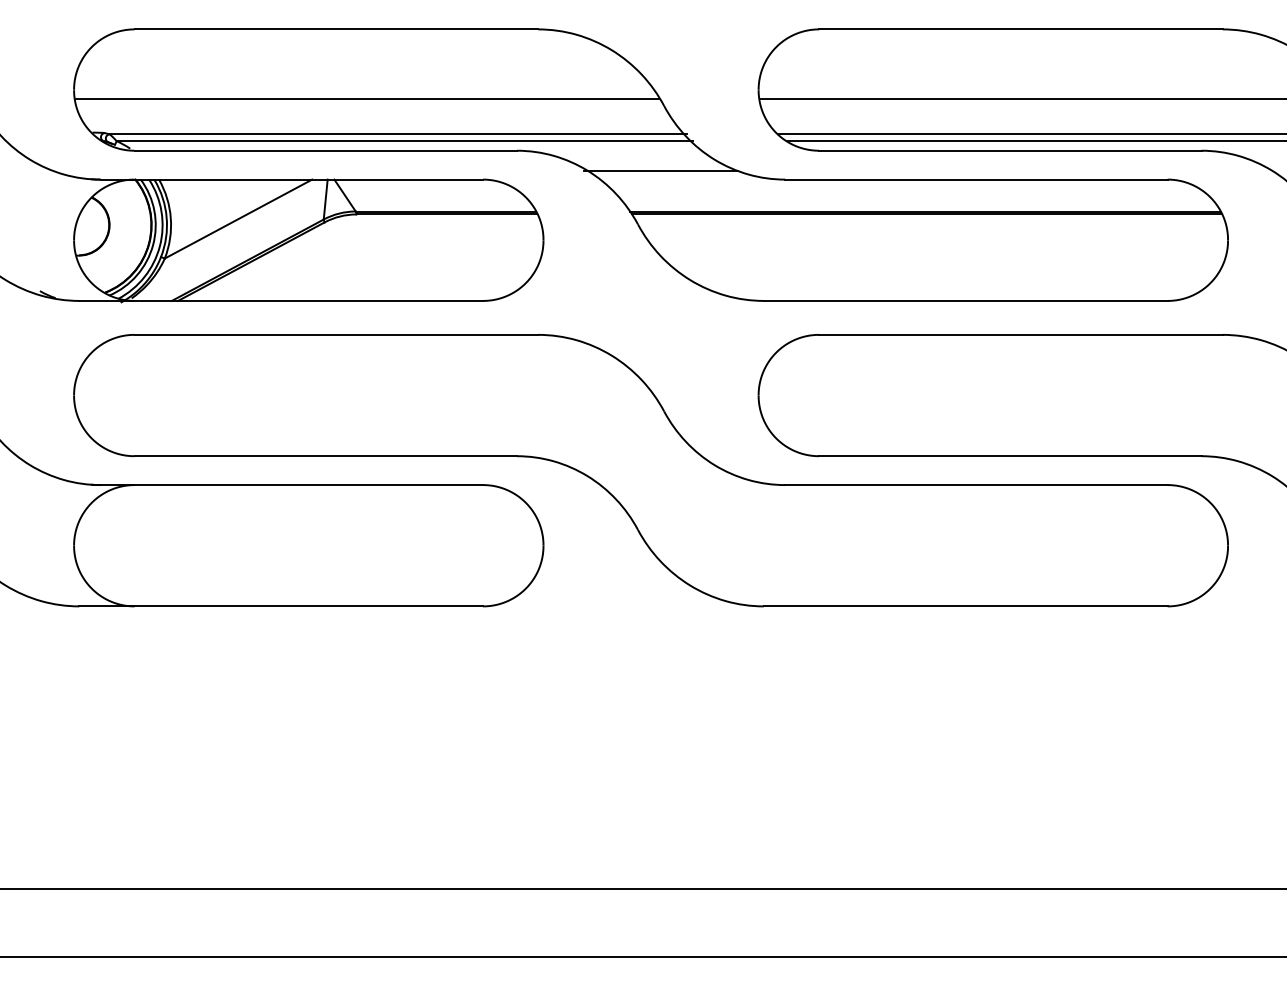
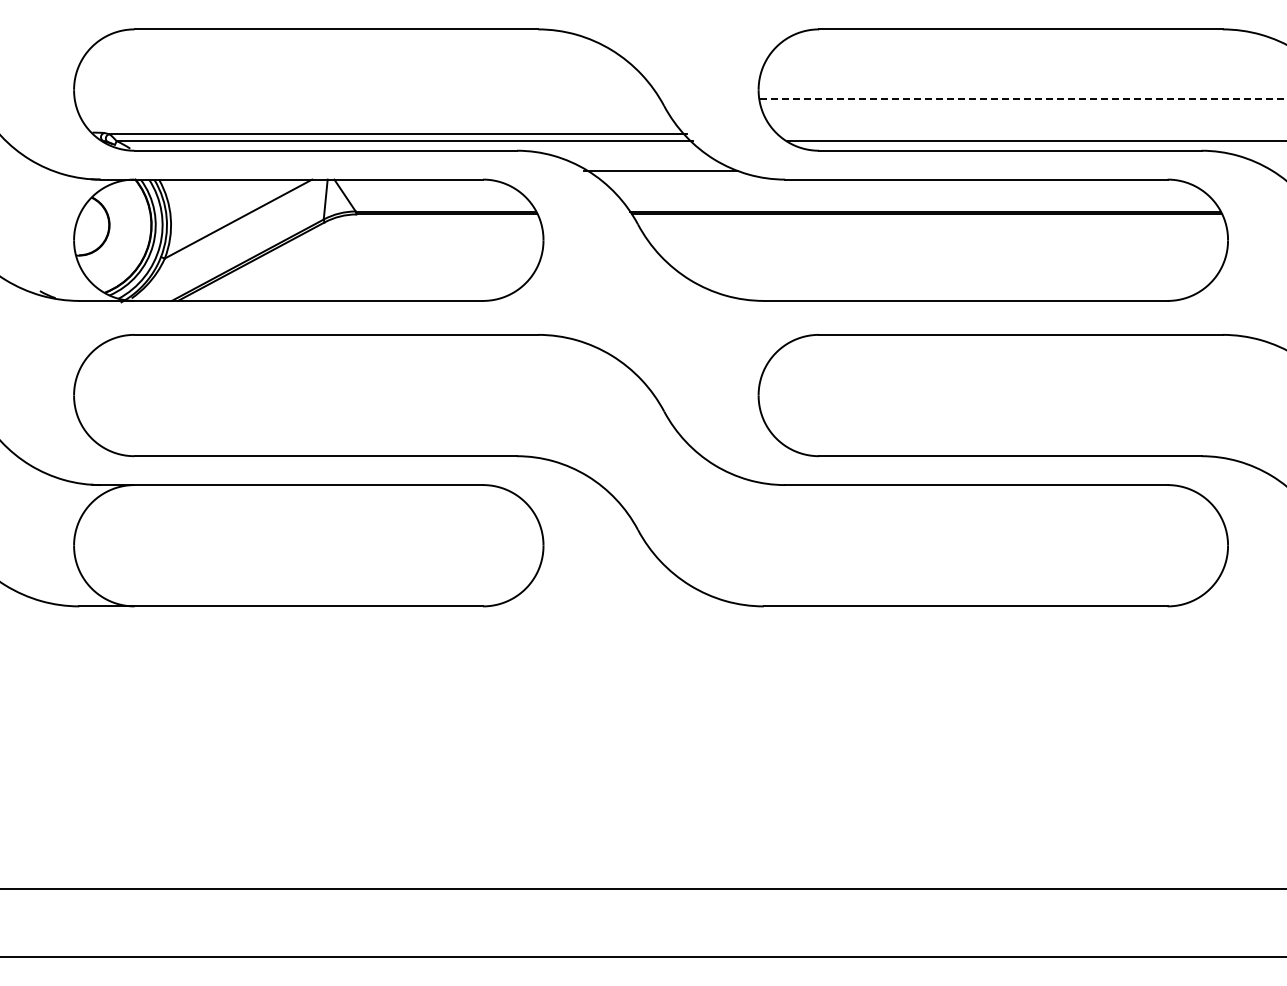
line at (367, 99): present -> none
line at (1023, 99): solid -> dashed
line at (1030, 134): present -> none
